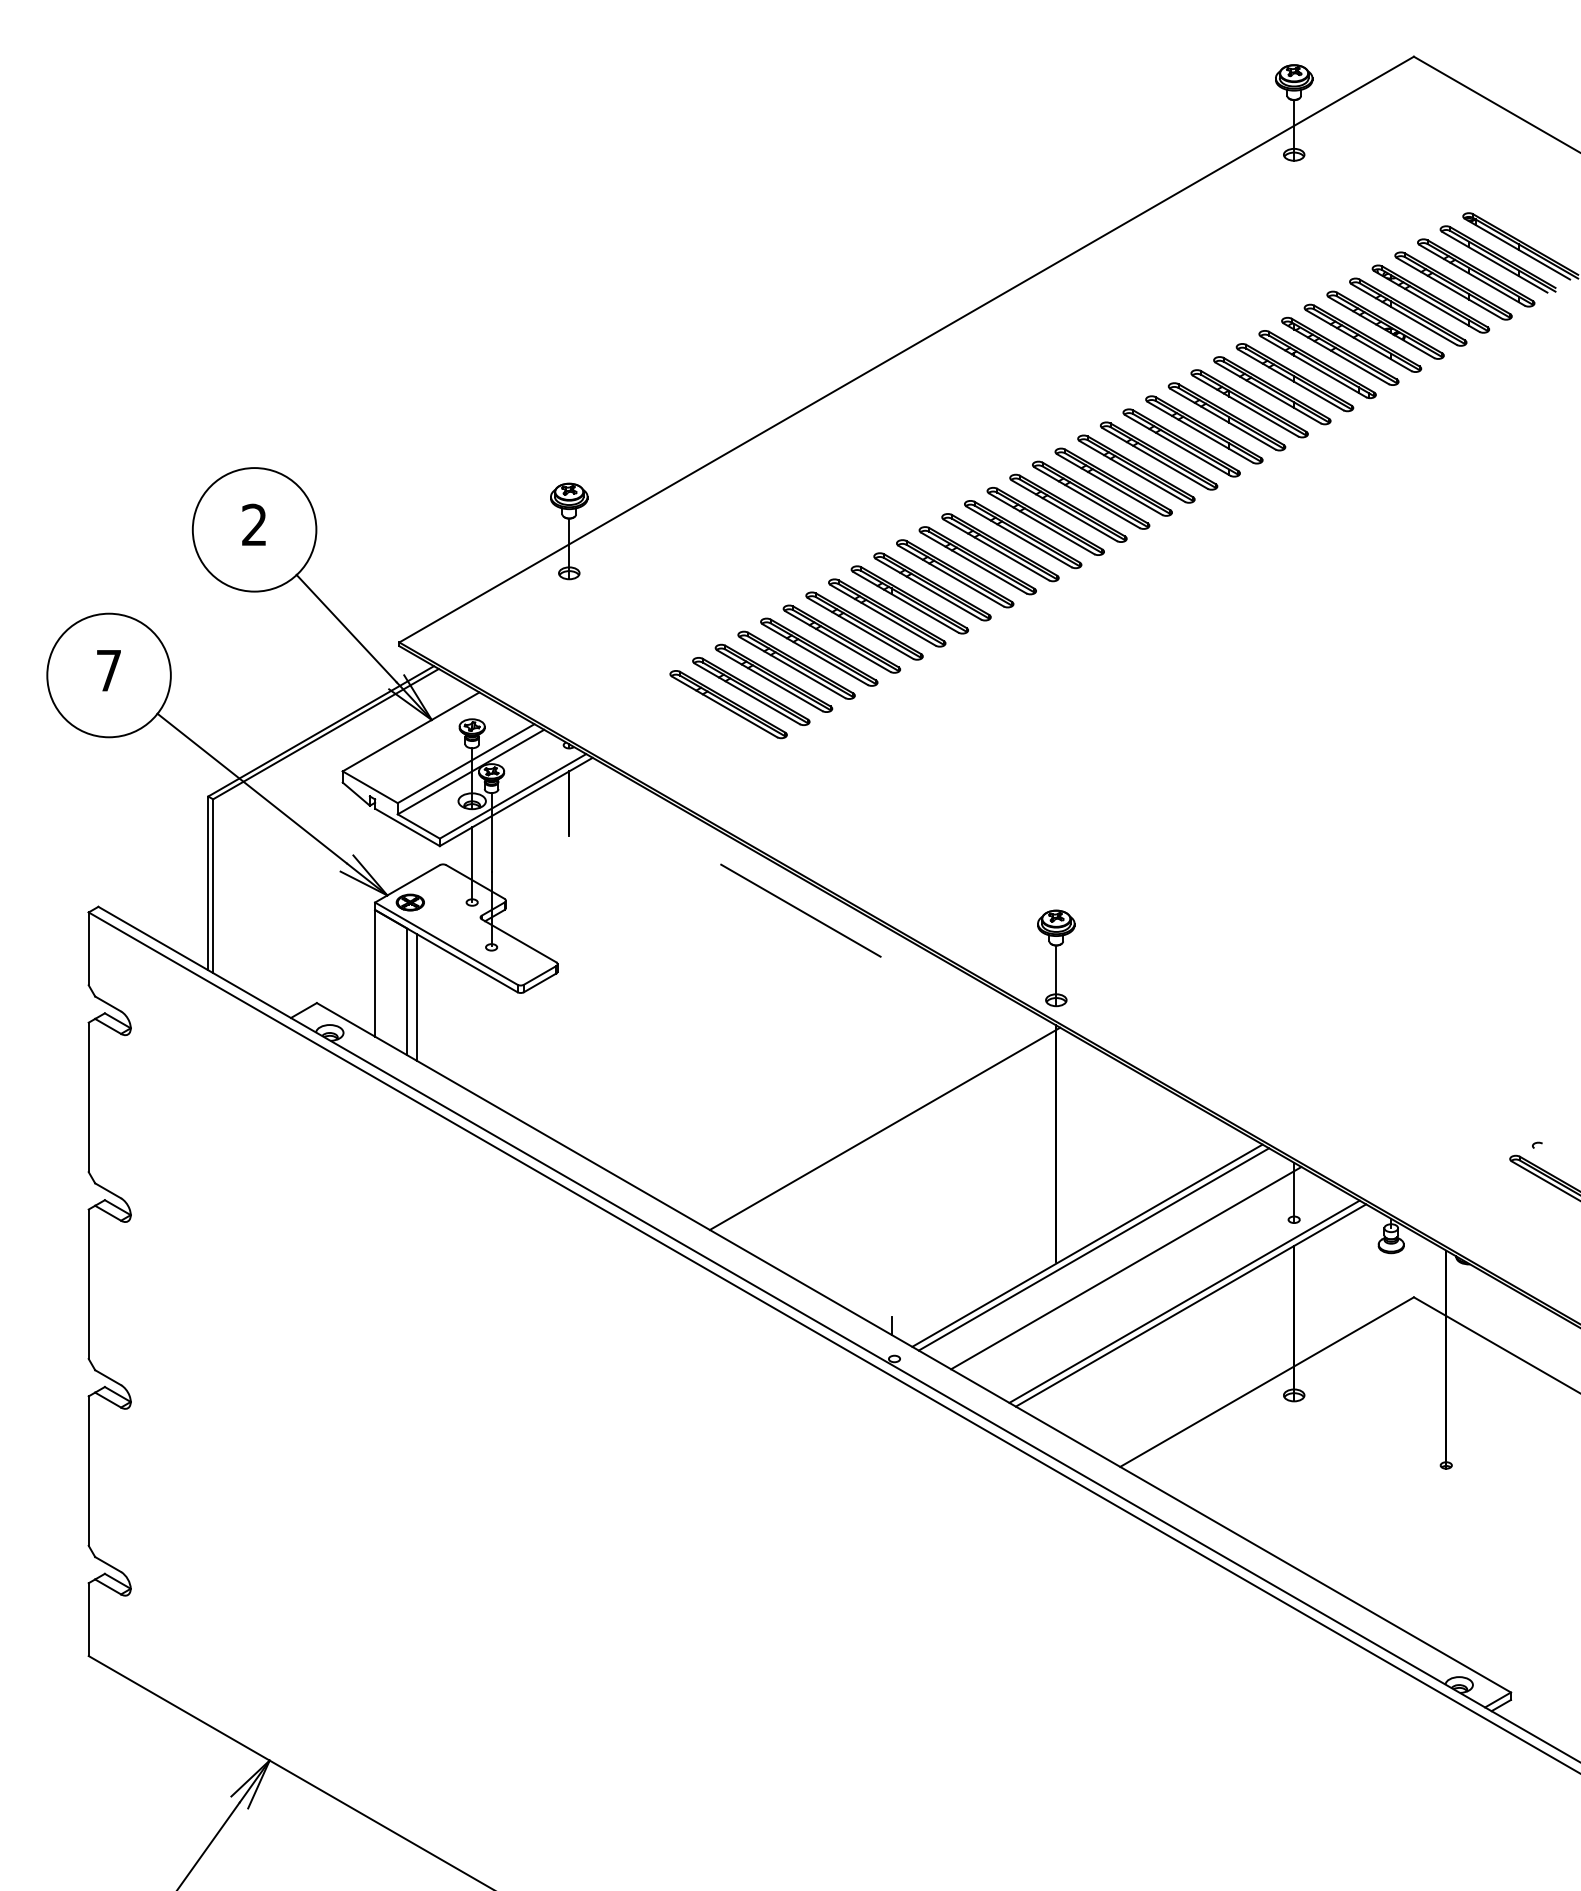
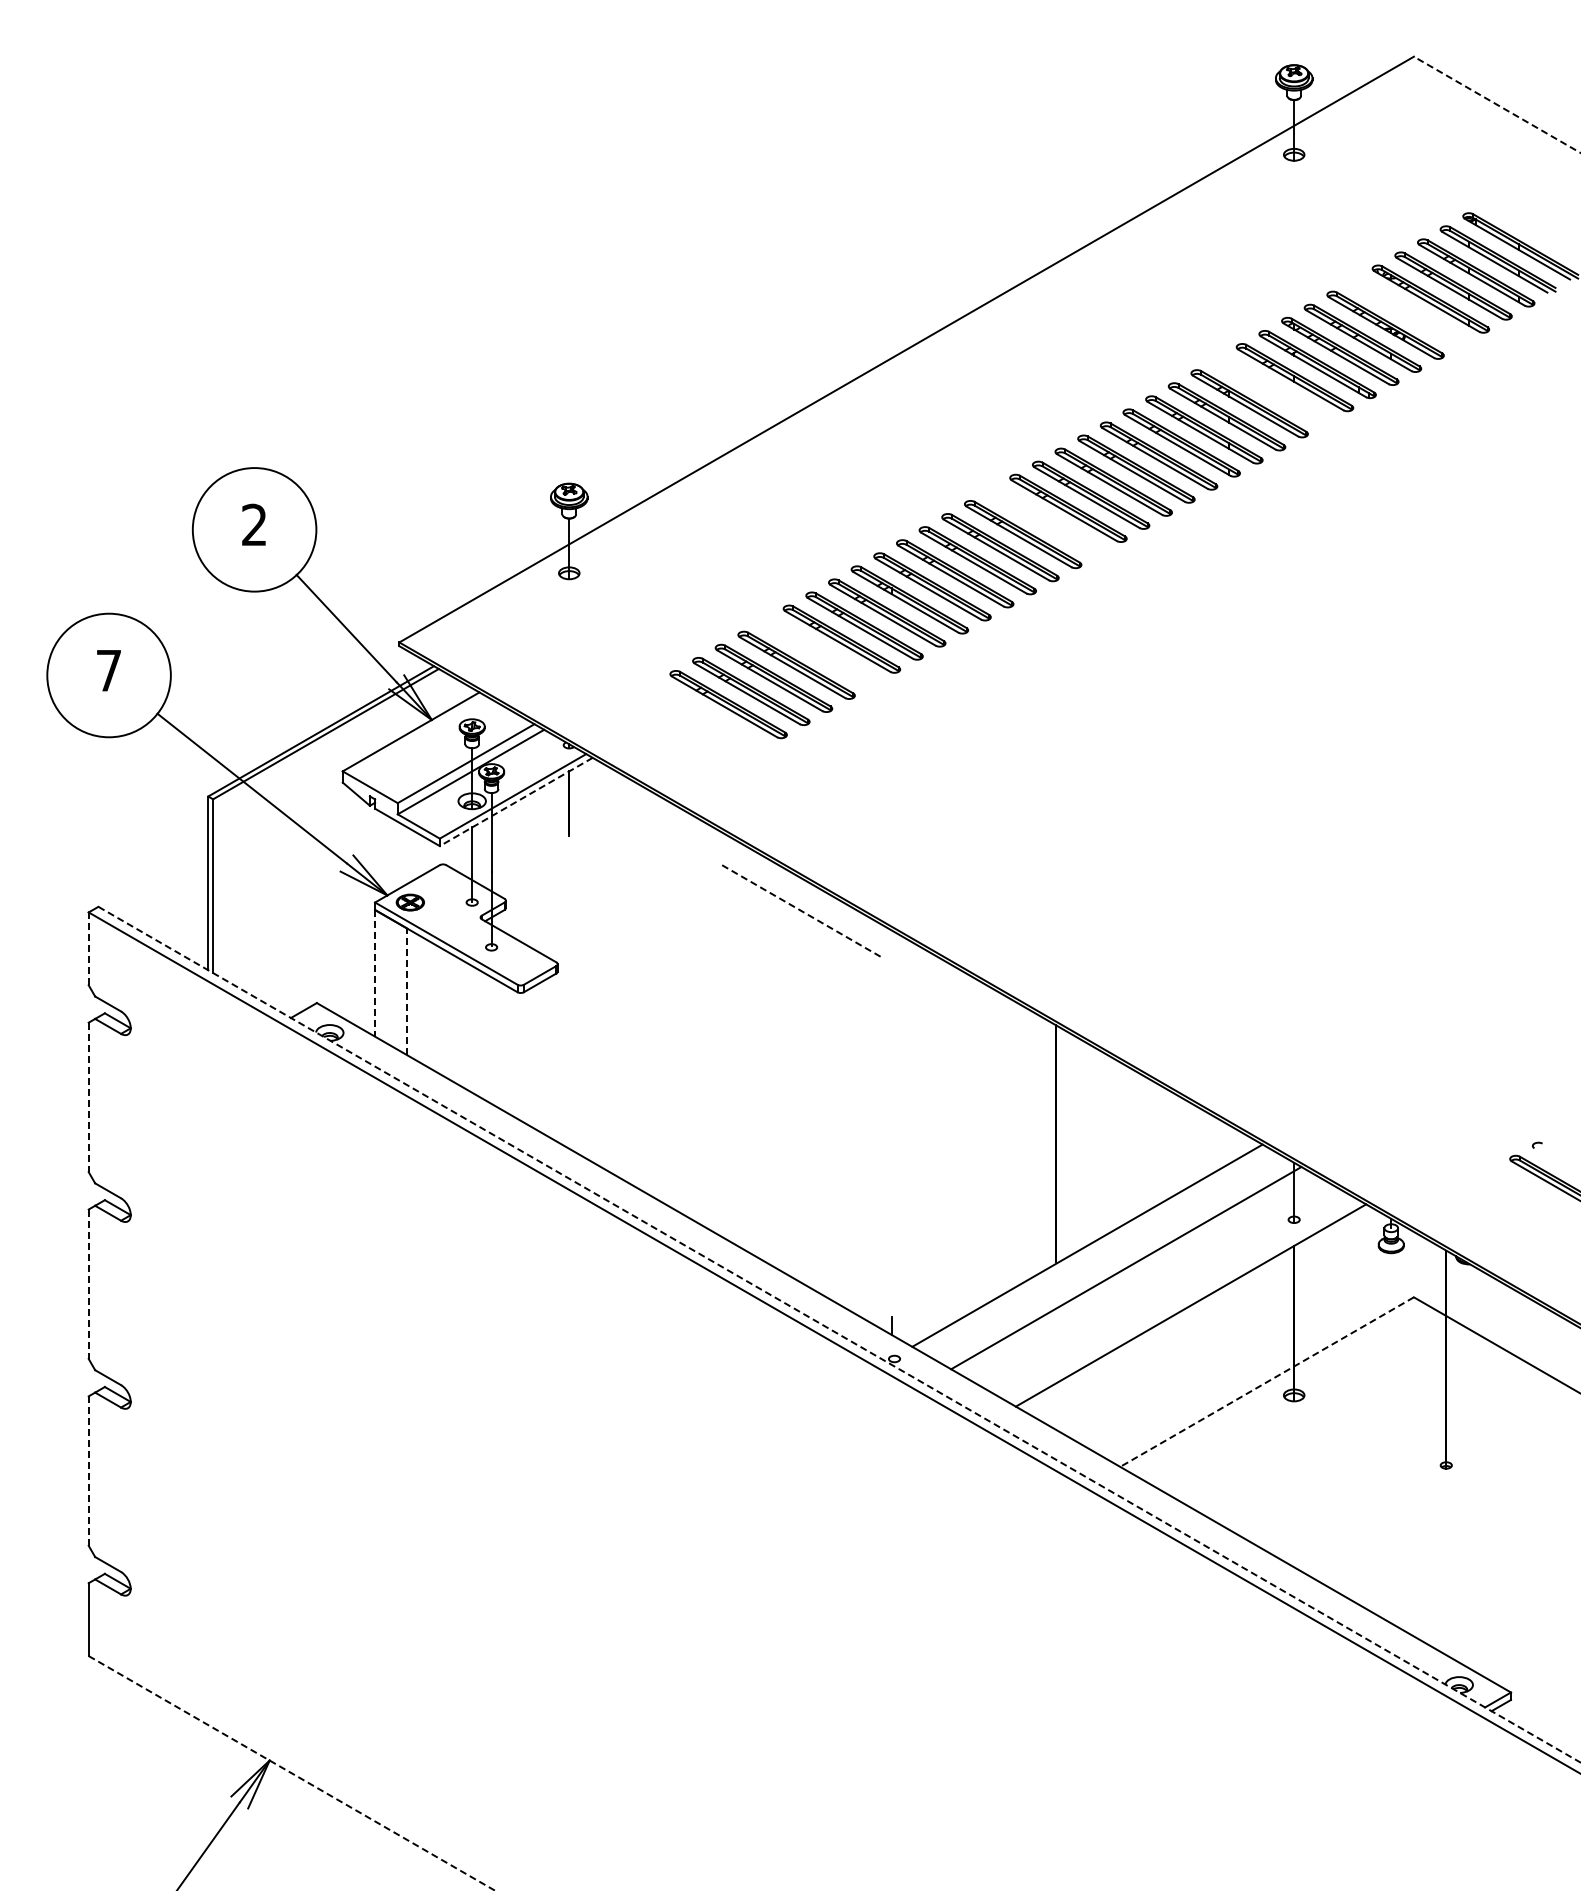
line at (1497, 104): solid -> dashed
part at (1408, 311): present -> none
part at (1272, 390): present -> none
part at (1045, 521): present -> none
part at (819, 651): present -> none
line at (515, 802): solid -> dashed
line at (800, 910): solid -> dashed
line at (88, 949): solid -> dashed
part at (1056, 958): present -> none
line at (375, 973): solid -> dashed
line at (407, 991): solid -> dashed
line at (417, 997): present -> none
line at (88, 1097): solid -> dashed
line at (884, 1128): present -> none
line at (1093, 1249): present -> none
line at (88, 1284): solid -> dashed
line at (1184, 1301): present -> none
line at (839, 1334): solid -> dashed
line at (1267, 1382): solid -> dashed
line at (88, 1471): solid -> dashed
line at (292, 1773): solid -> dashed
